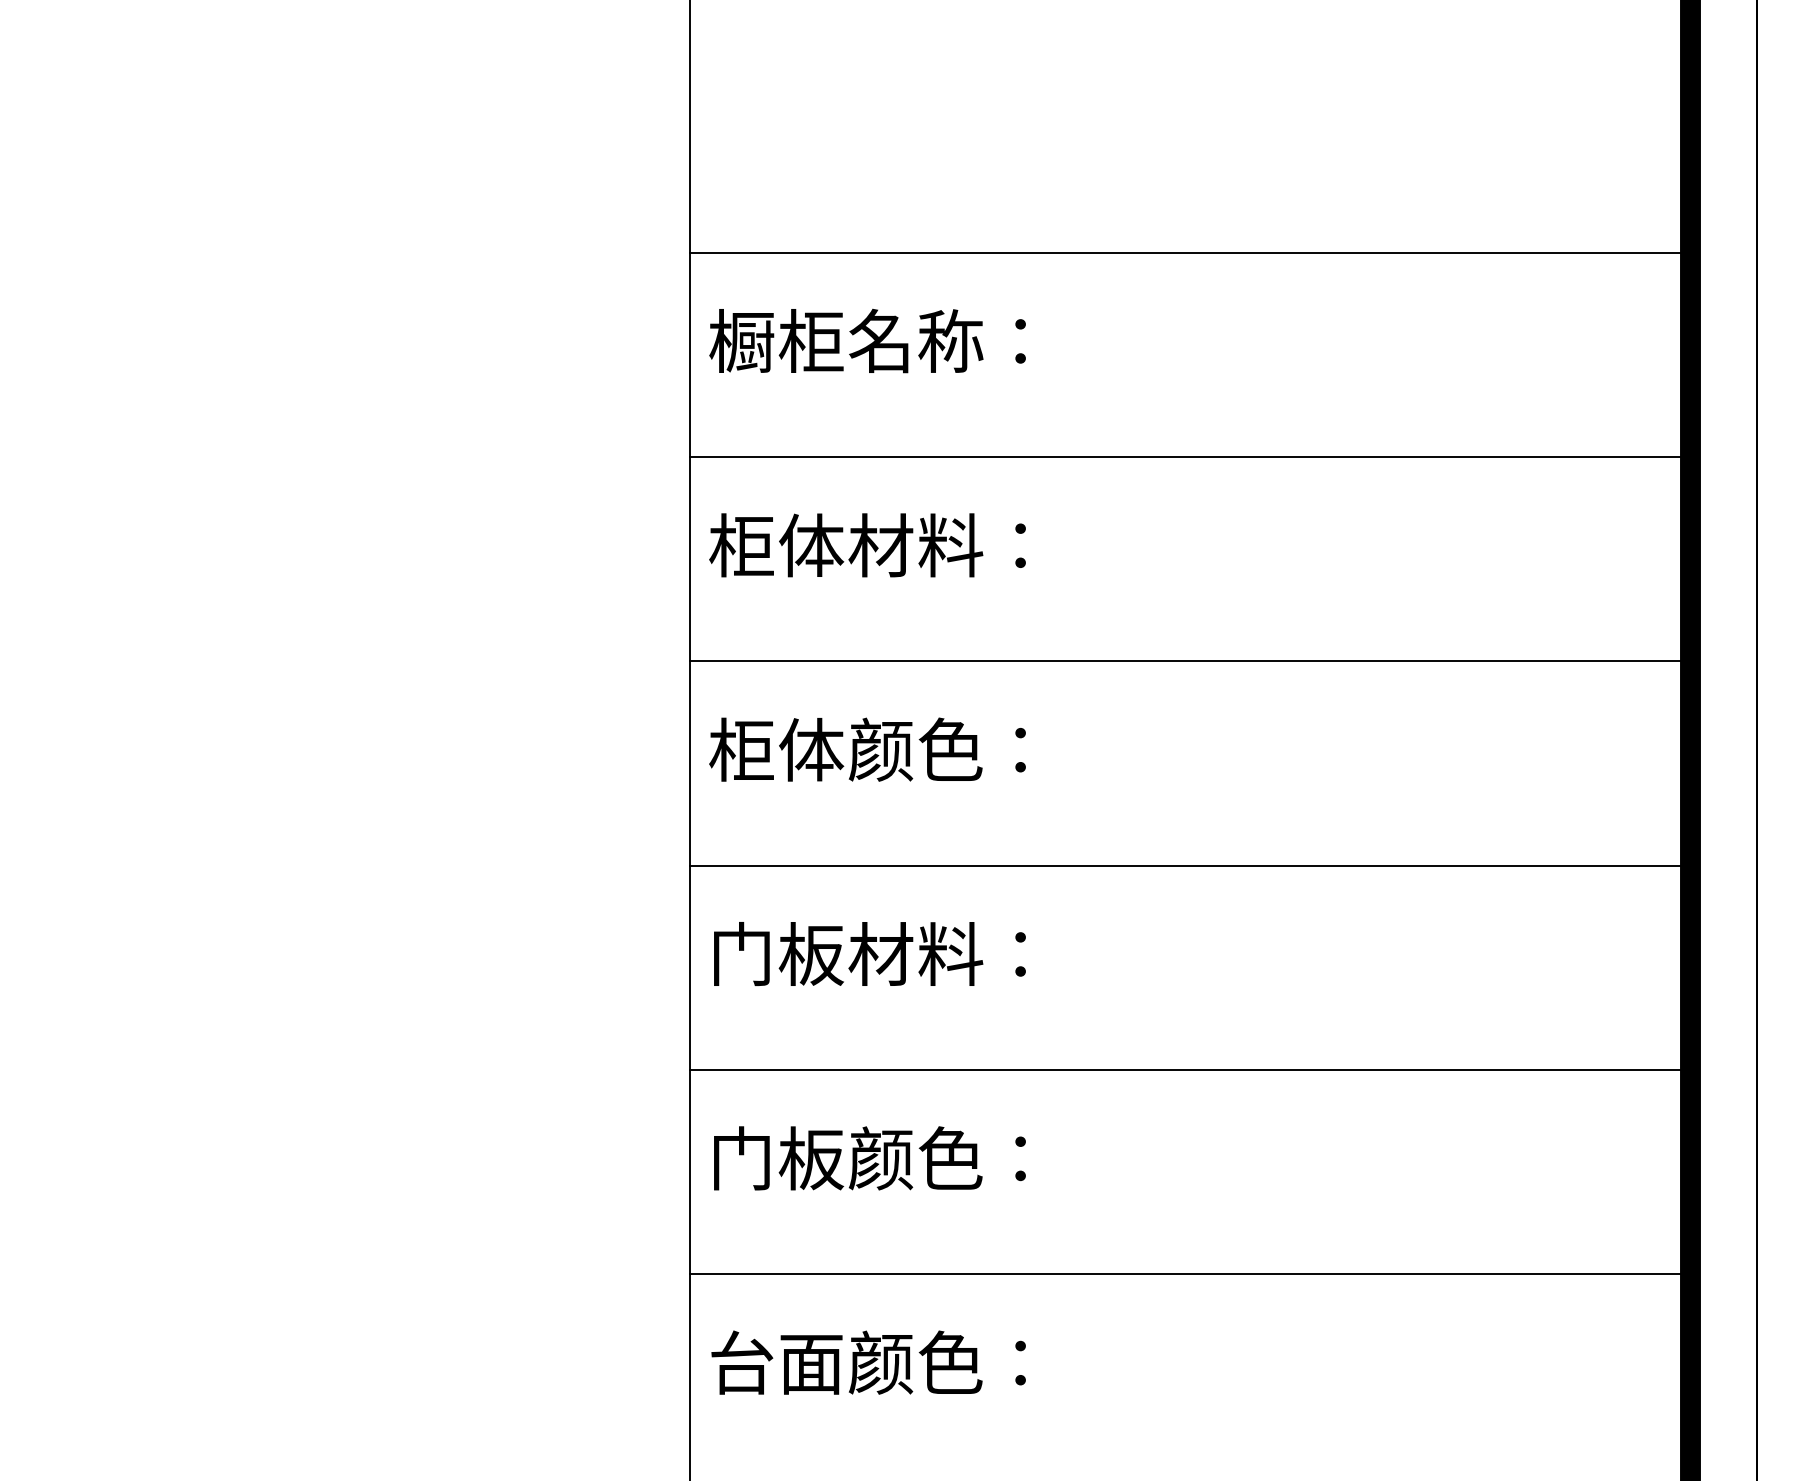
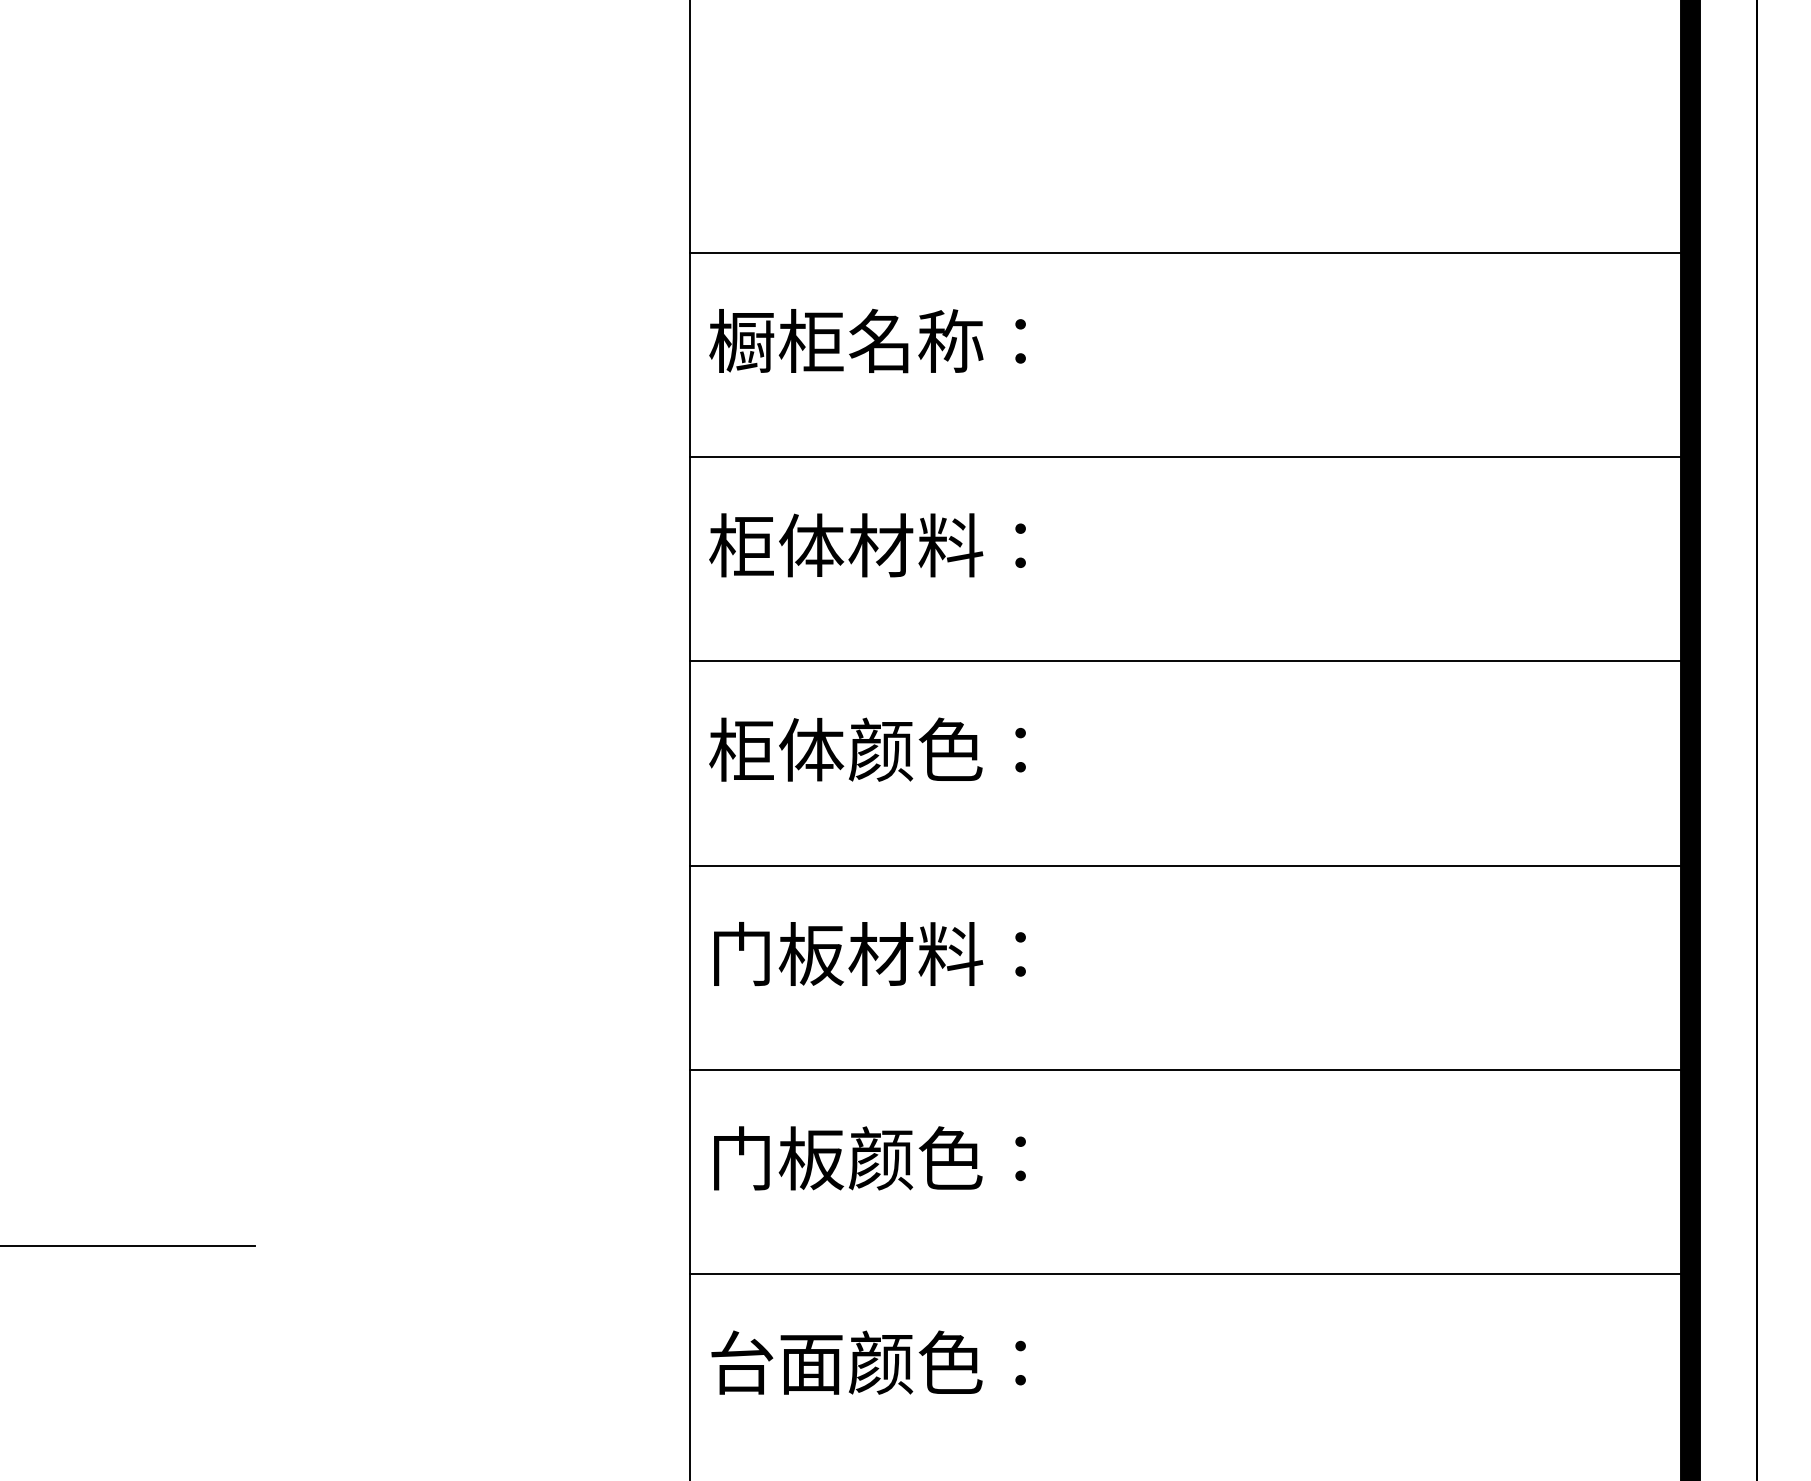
line at (128, 1245): none -> present
